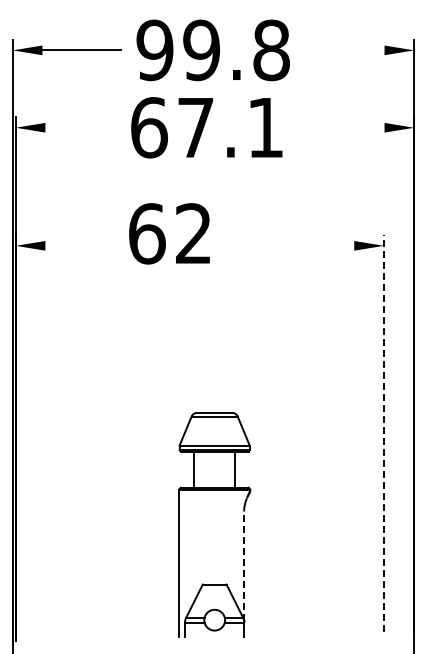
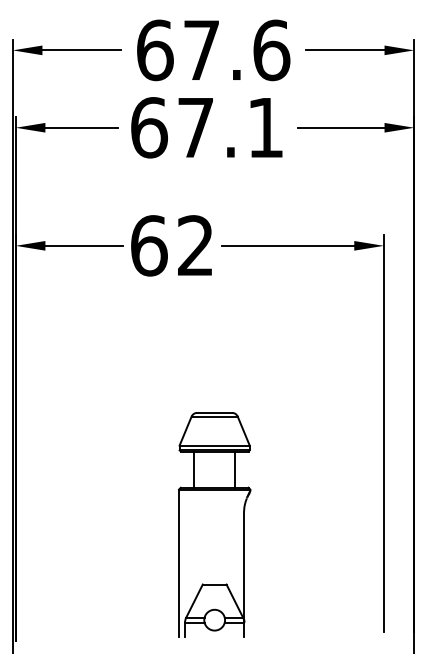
text at (213, 50): 99.8 -> 67.6
line at (344, 50): none -> present
line at (81, 127): none -> present
line at (340, 127): none -> present
text at (169, 233) position: (169, 233) -> (171, 245)
line at (84, 245): none -> present
line at (288, 245): none -> present
line at (383, 433): dashed -> solid
line at (244, 566): dashed -> solid
